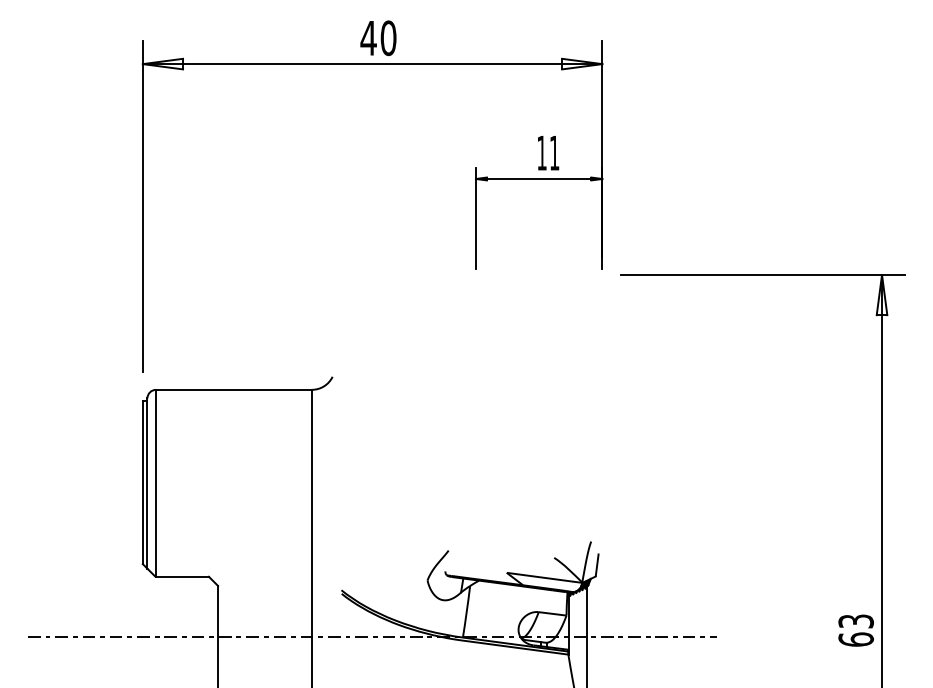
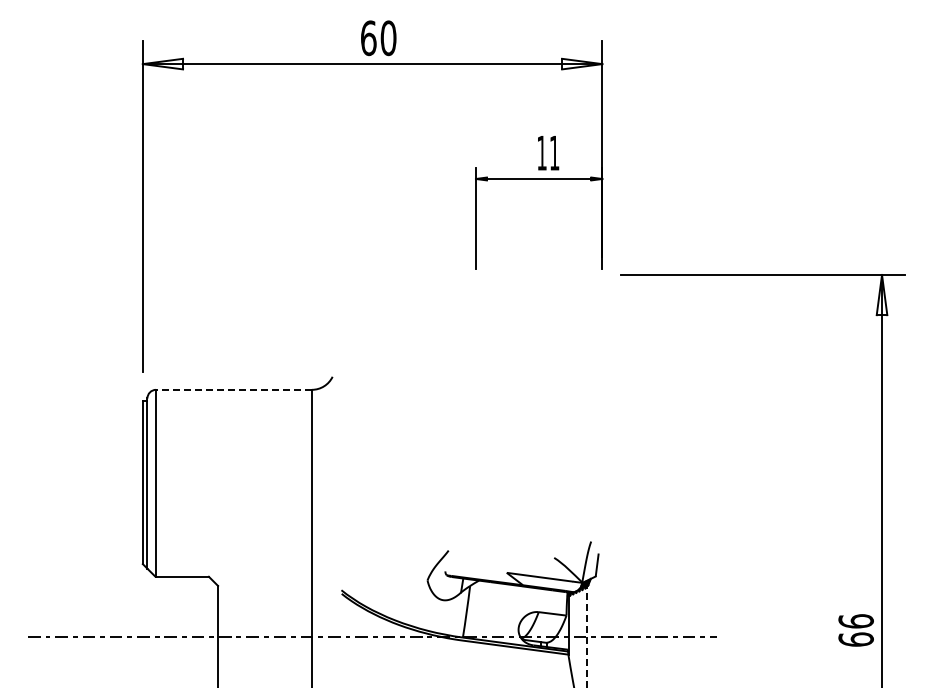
text at (368, 38): 40 -> 60
line at (233, 389): solid -> dashed
text at (855, 621): 63 -> 66
line at (587, 635): solid -> dashed
